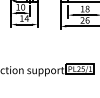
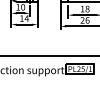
line at (49, 55): none -> present
